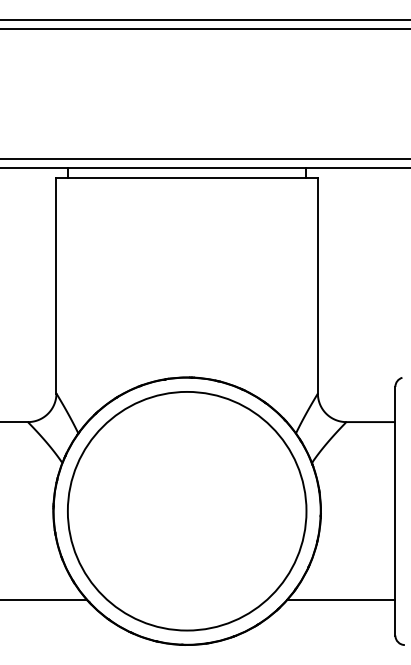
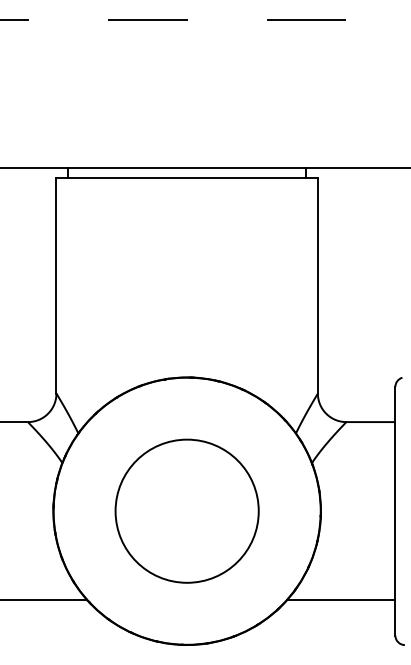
line at (205, 19): solid -> dashed
line at (204, 29): present -> none
line at (204, 158): present -> none
circle at (186, 510) diameter: 239 px -> 143 px
